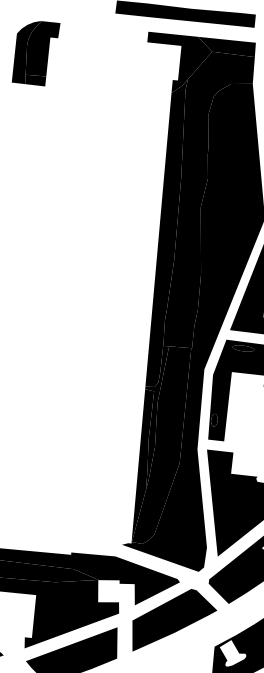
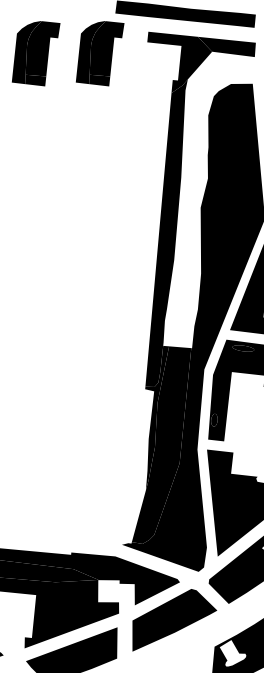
part at (99, 53): none -> present
fill at (208, 199): present -> none
fill at (142, 466): present -> none
